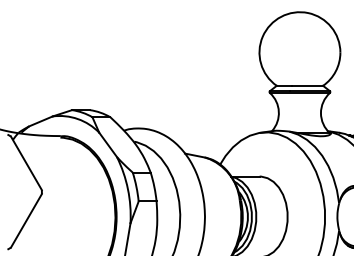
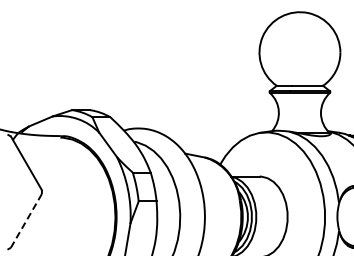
line at (26, 220): solid -> dashed
